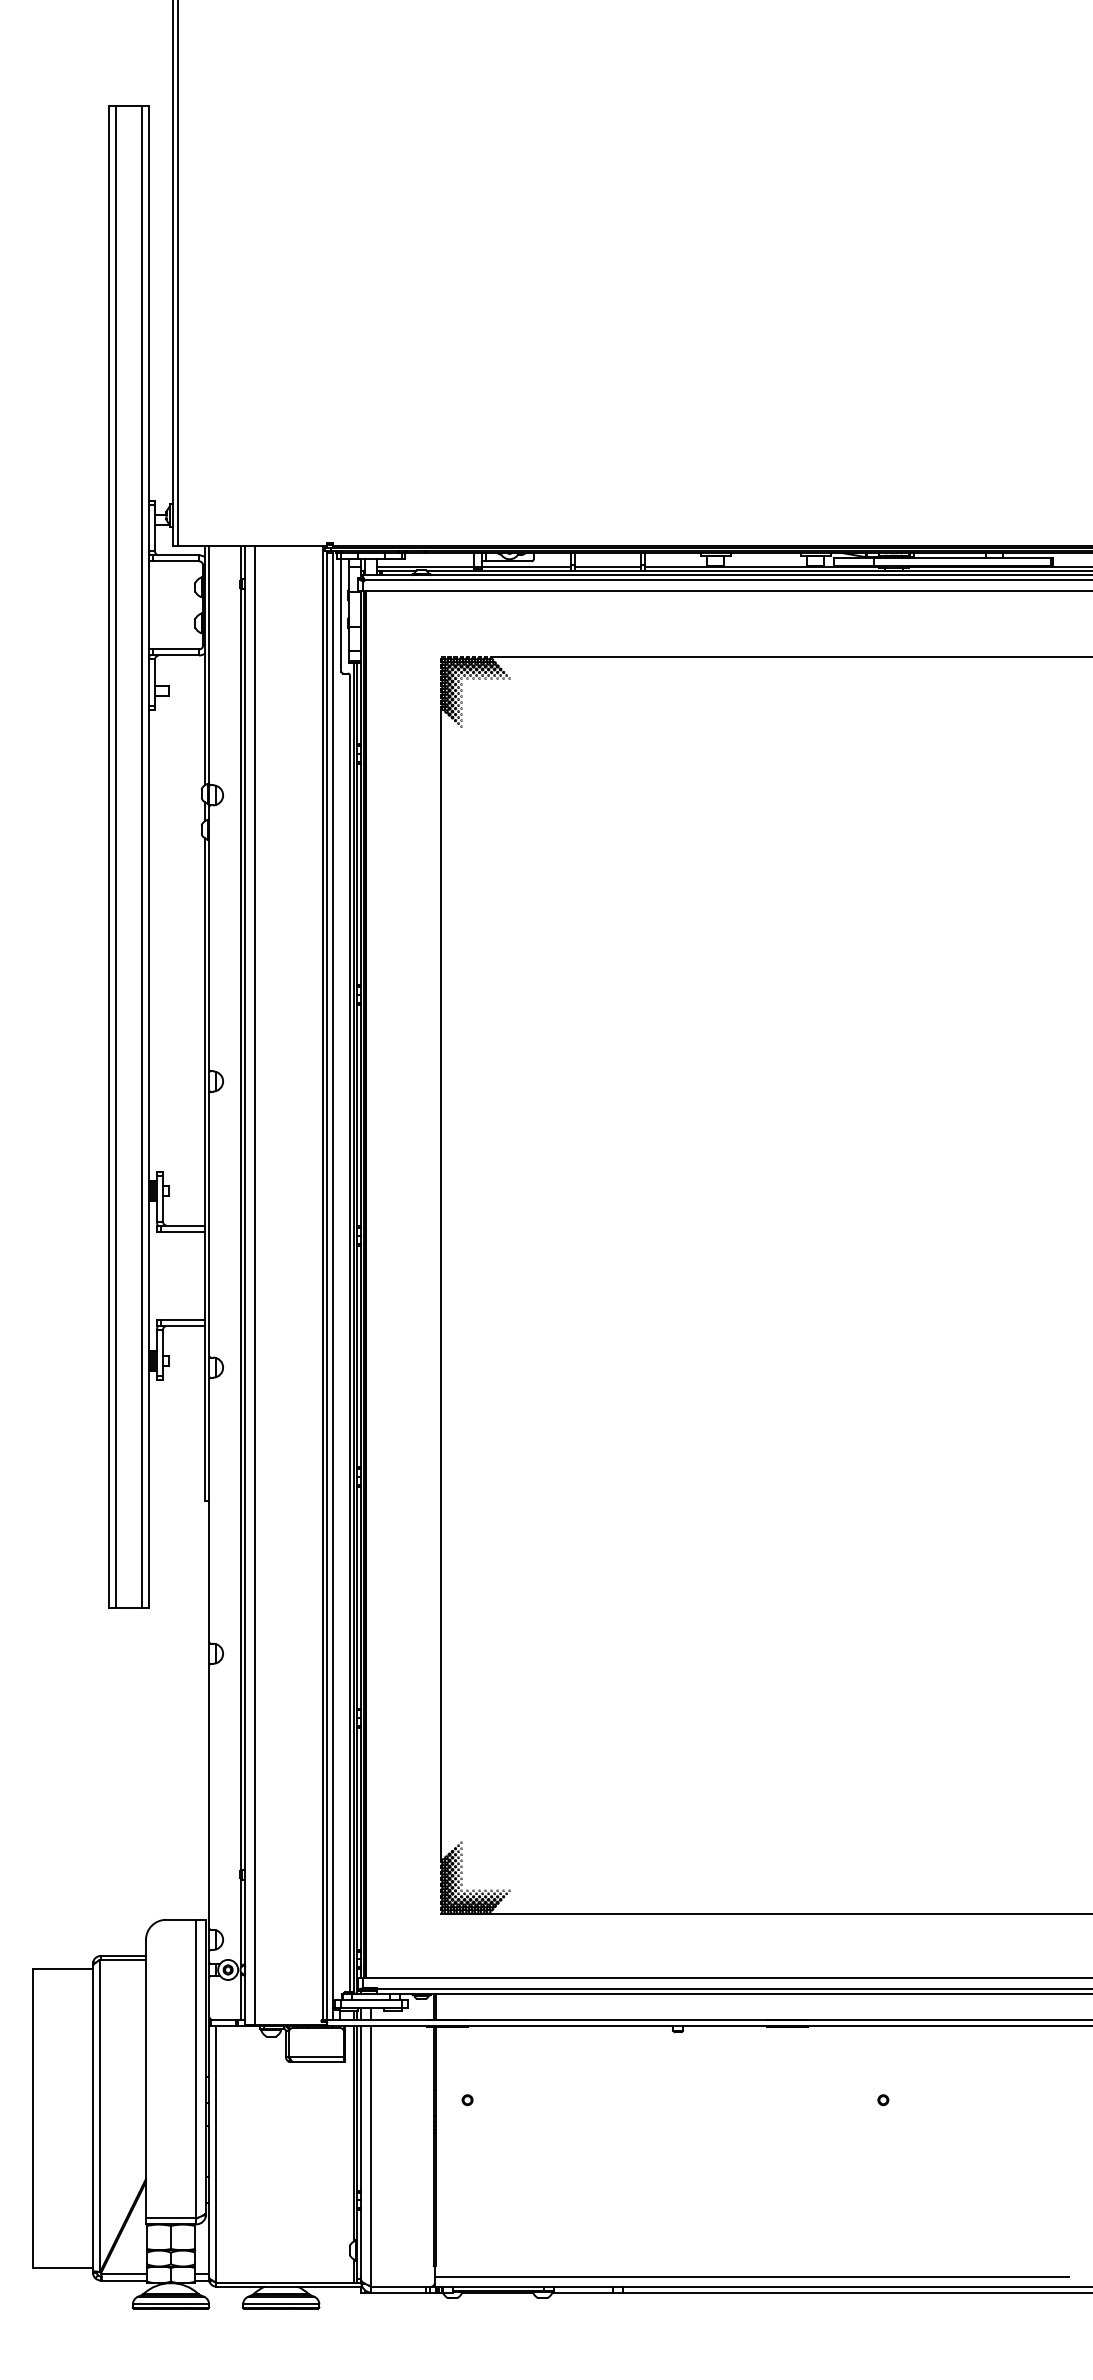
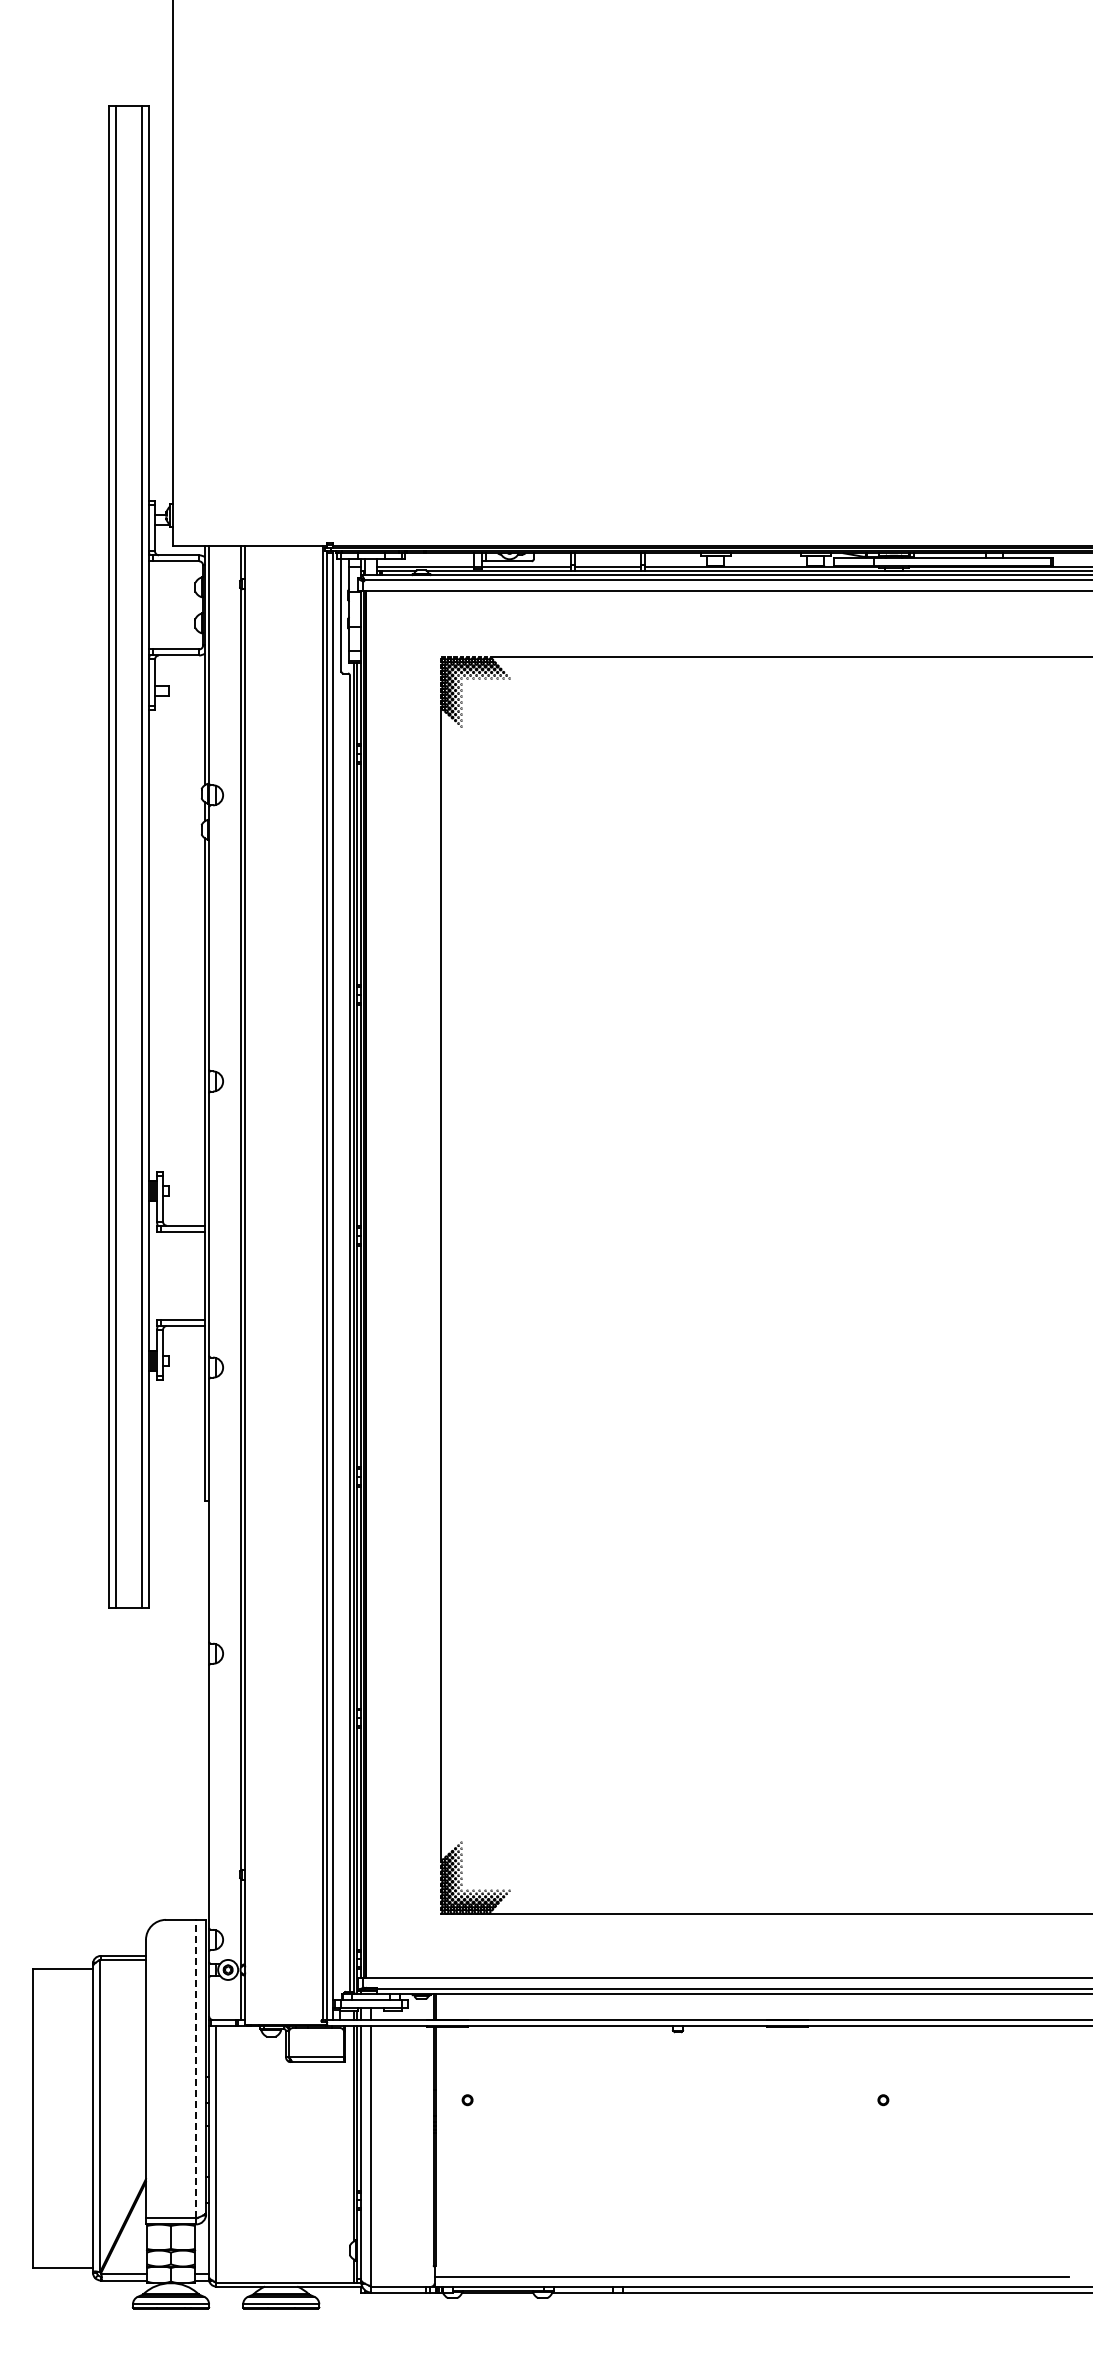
line at (178, 273): present -> none
line at (255, 1285): present -> none
line at (196, 2068): solid -> dashed
